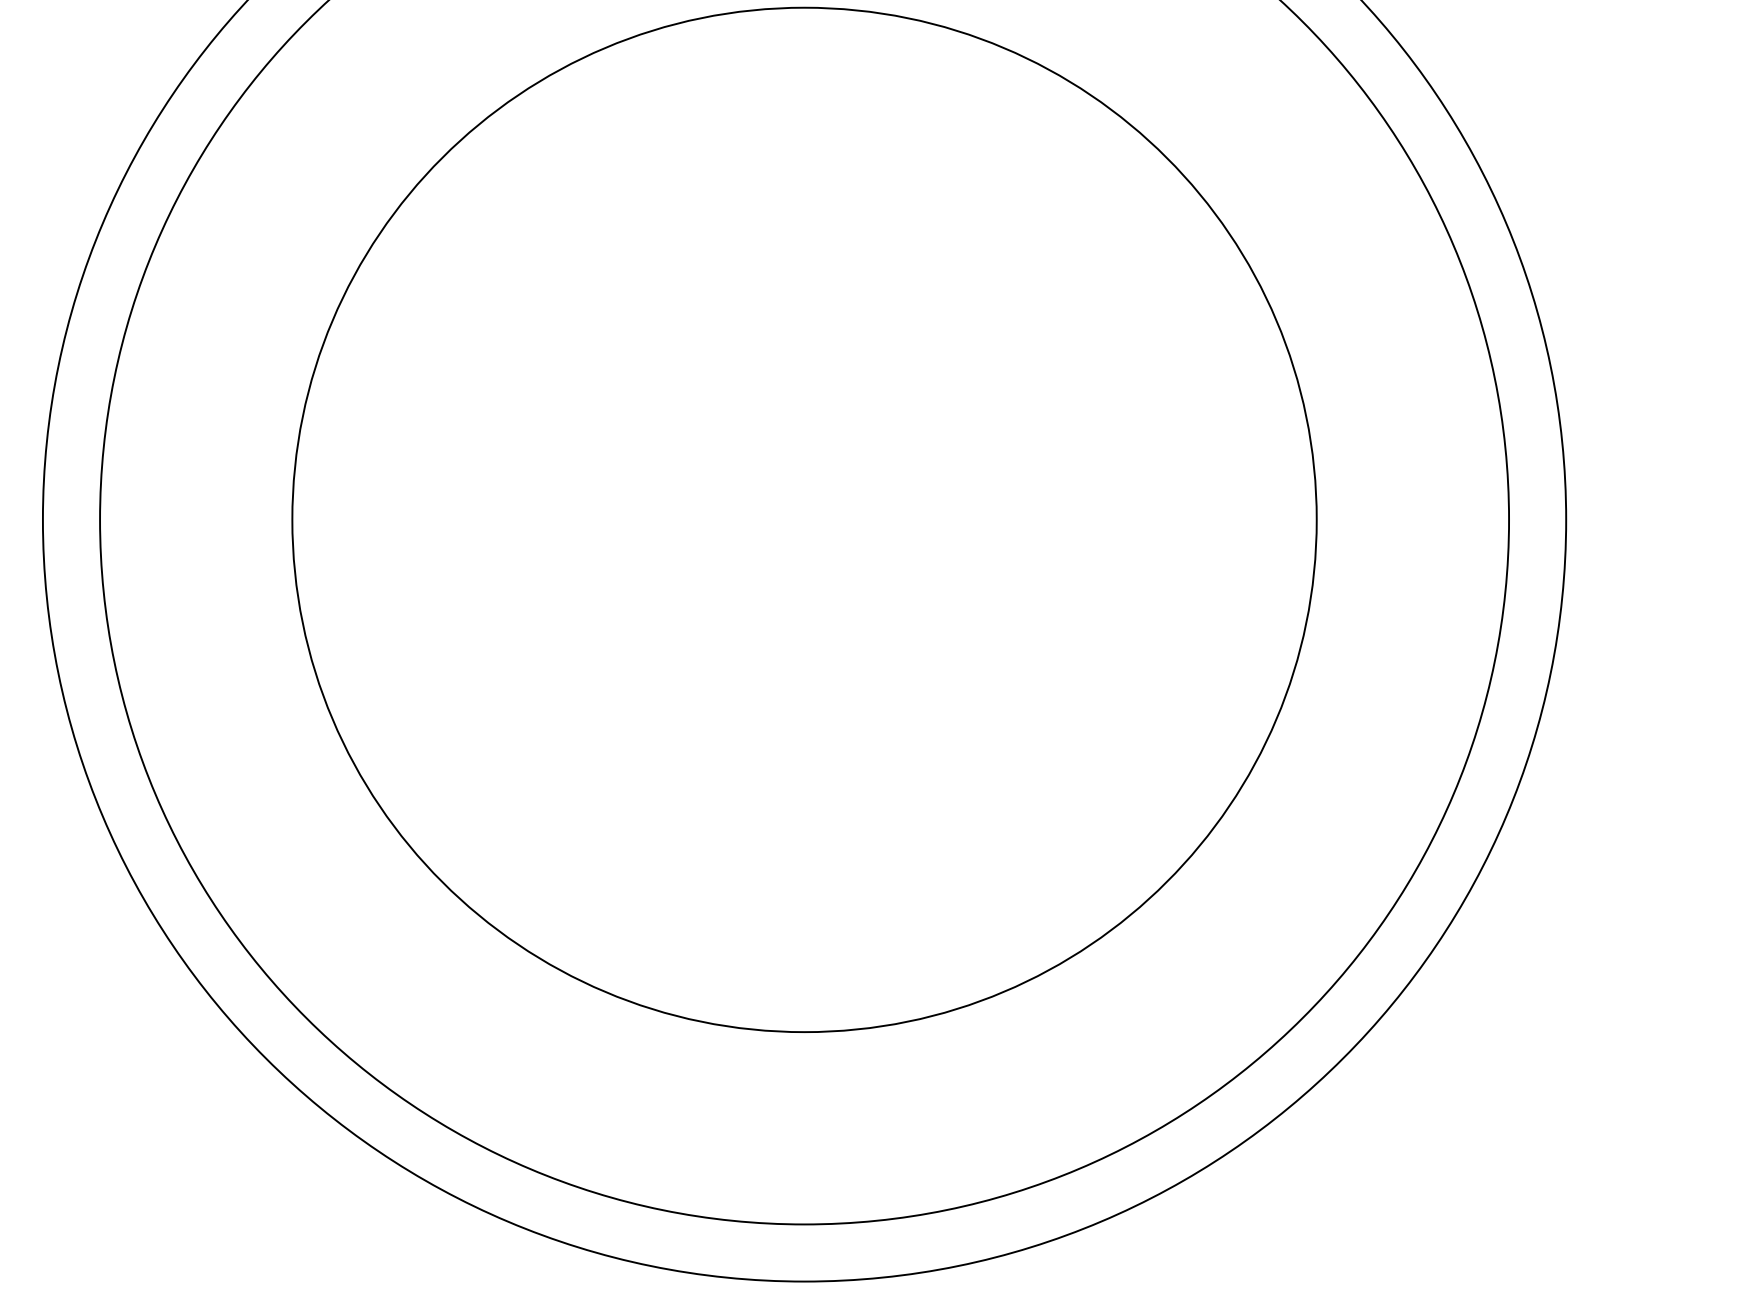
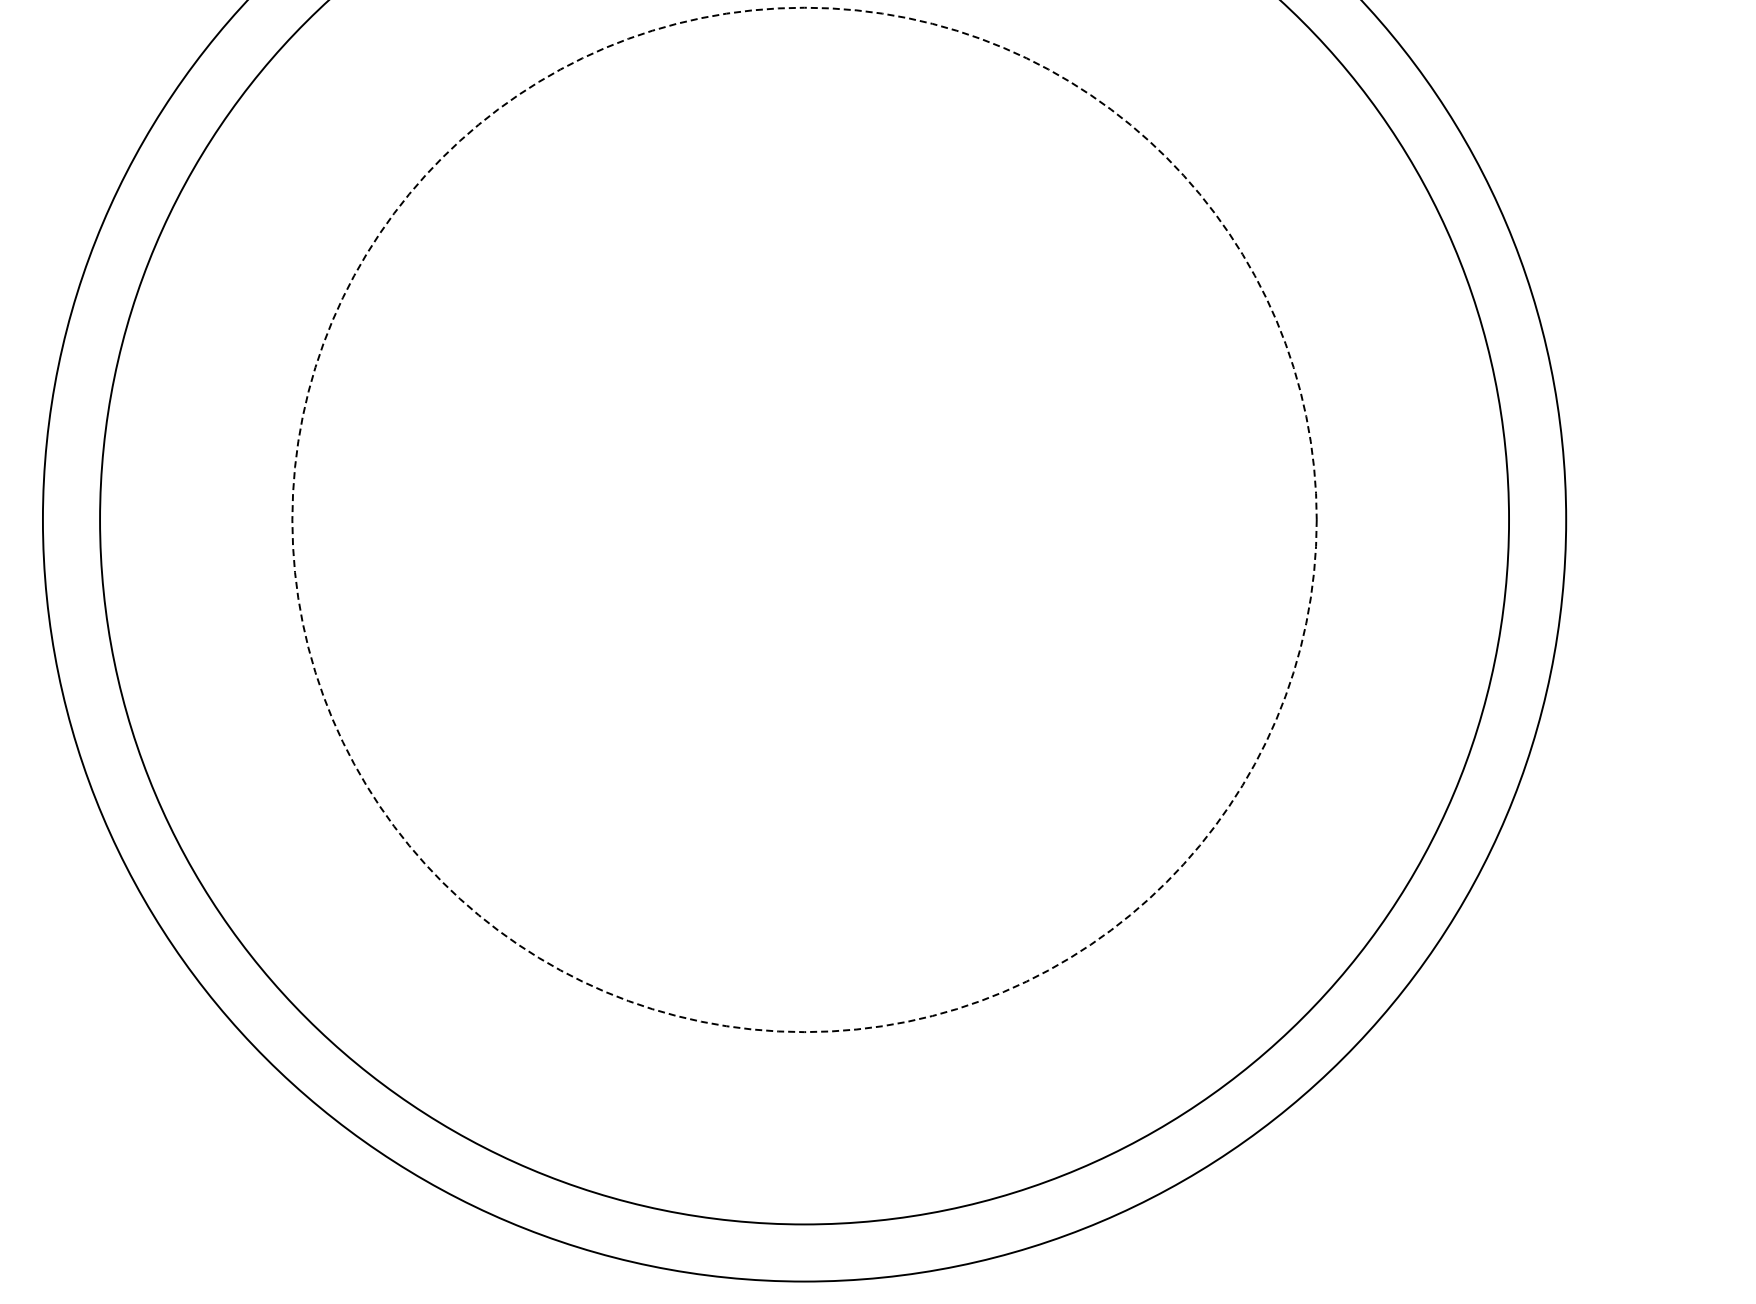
circle at (804, 519): solid -> dashed
